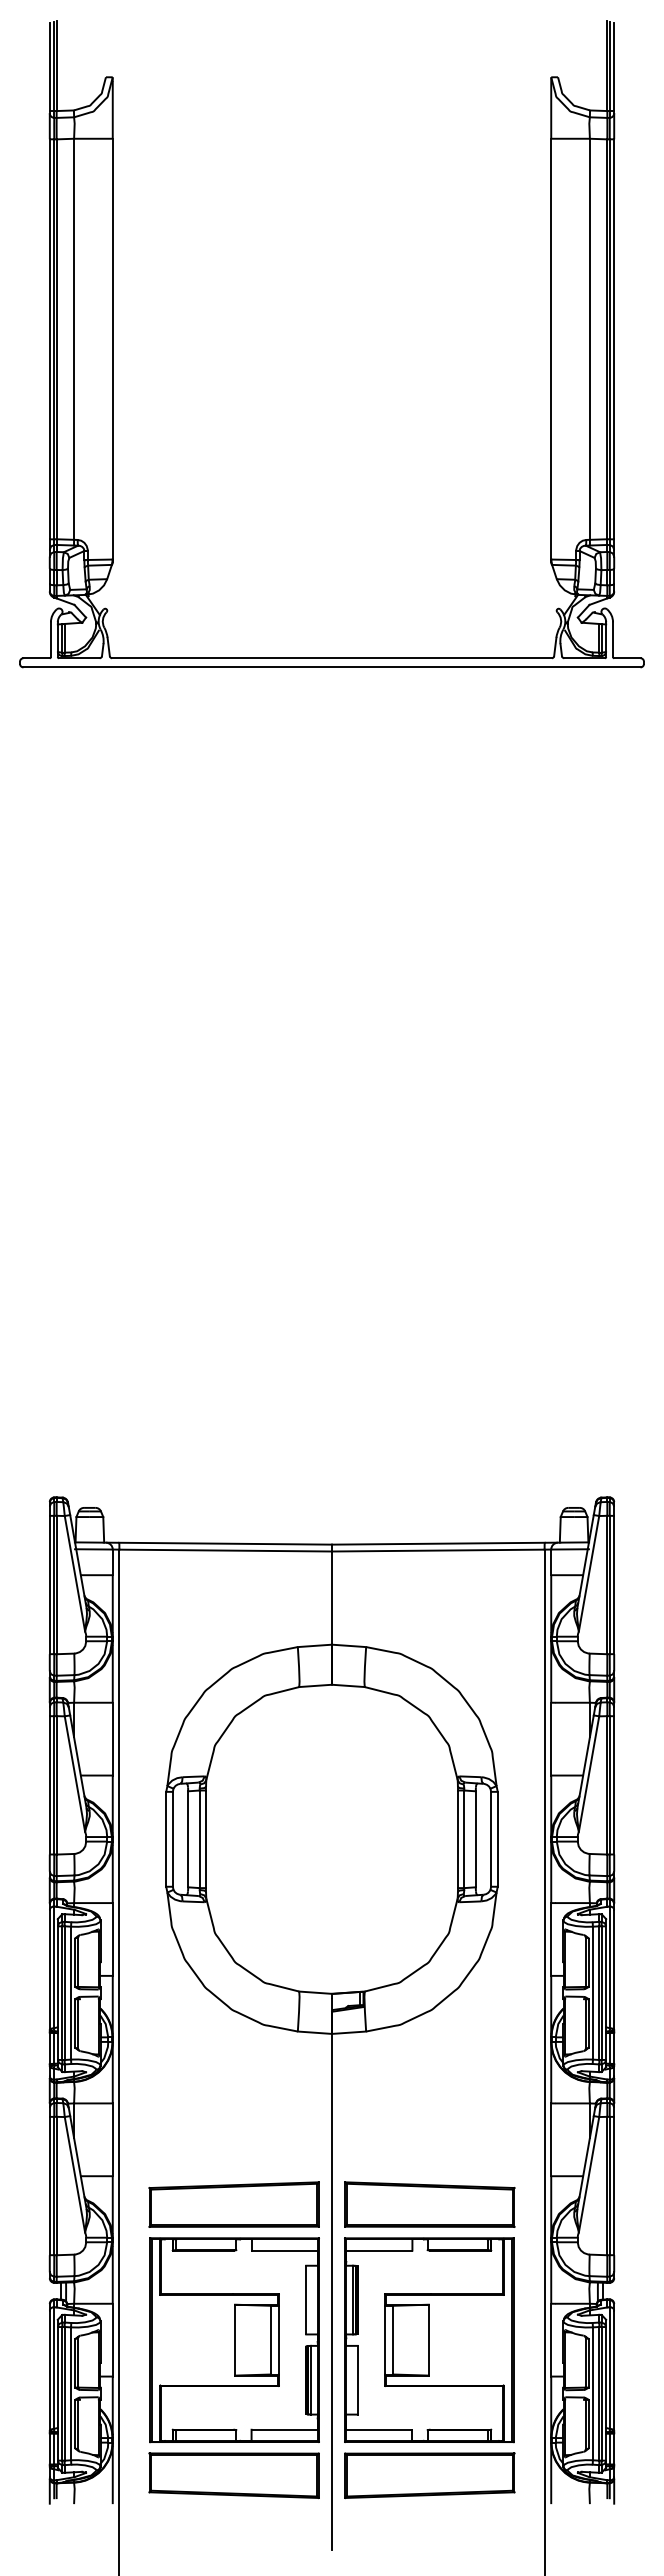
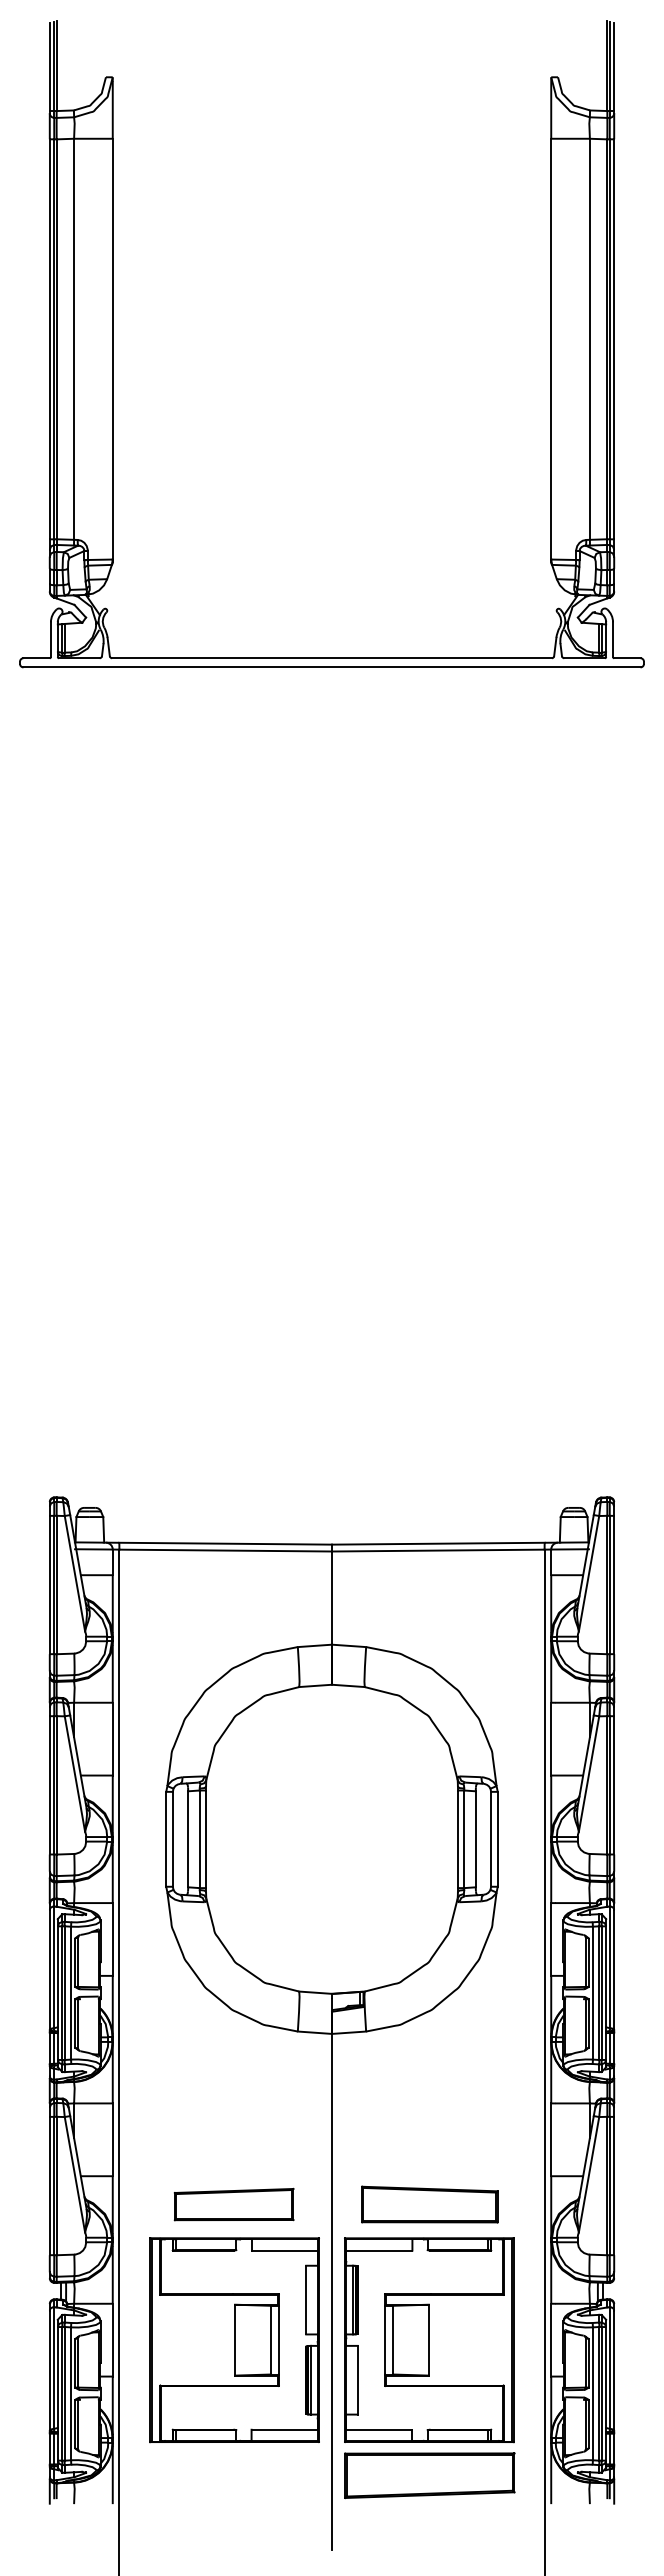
part at (233, 2204) size: 172x47 px -> 122x35 px
part at (429, 2204) size: 172x47 px -> 138x39 px
part at (233, 2475): present -> none
